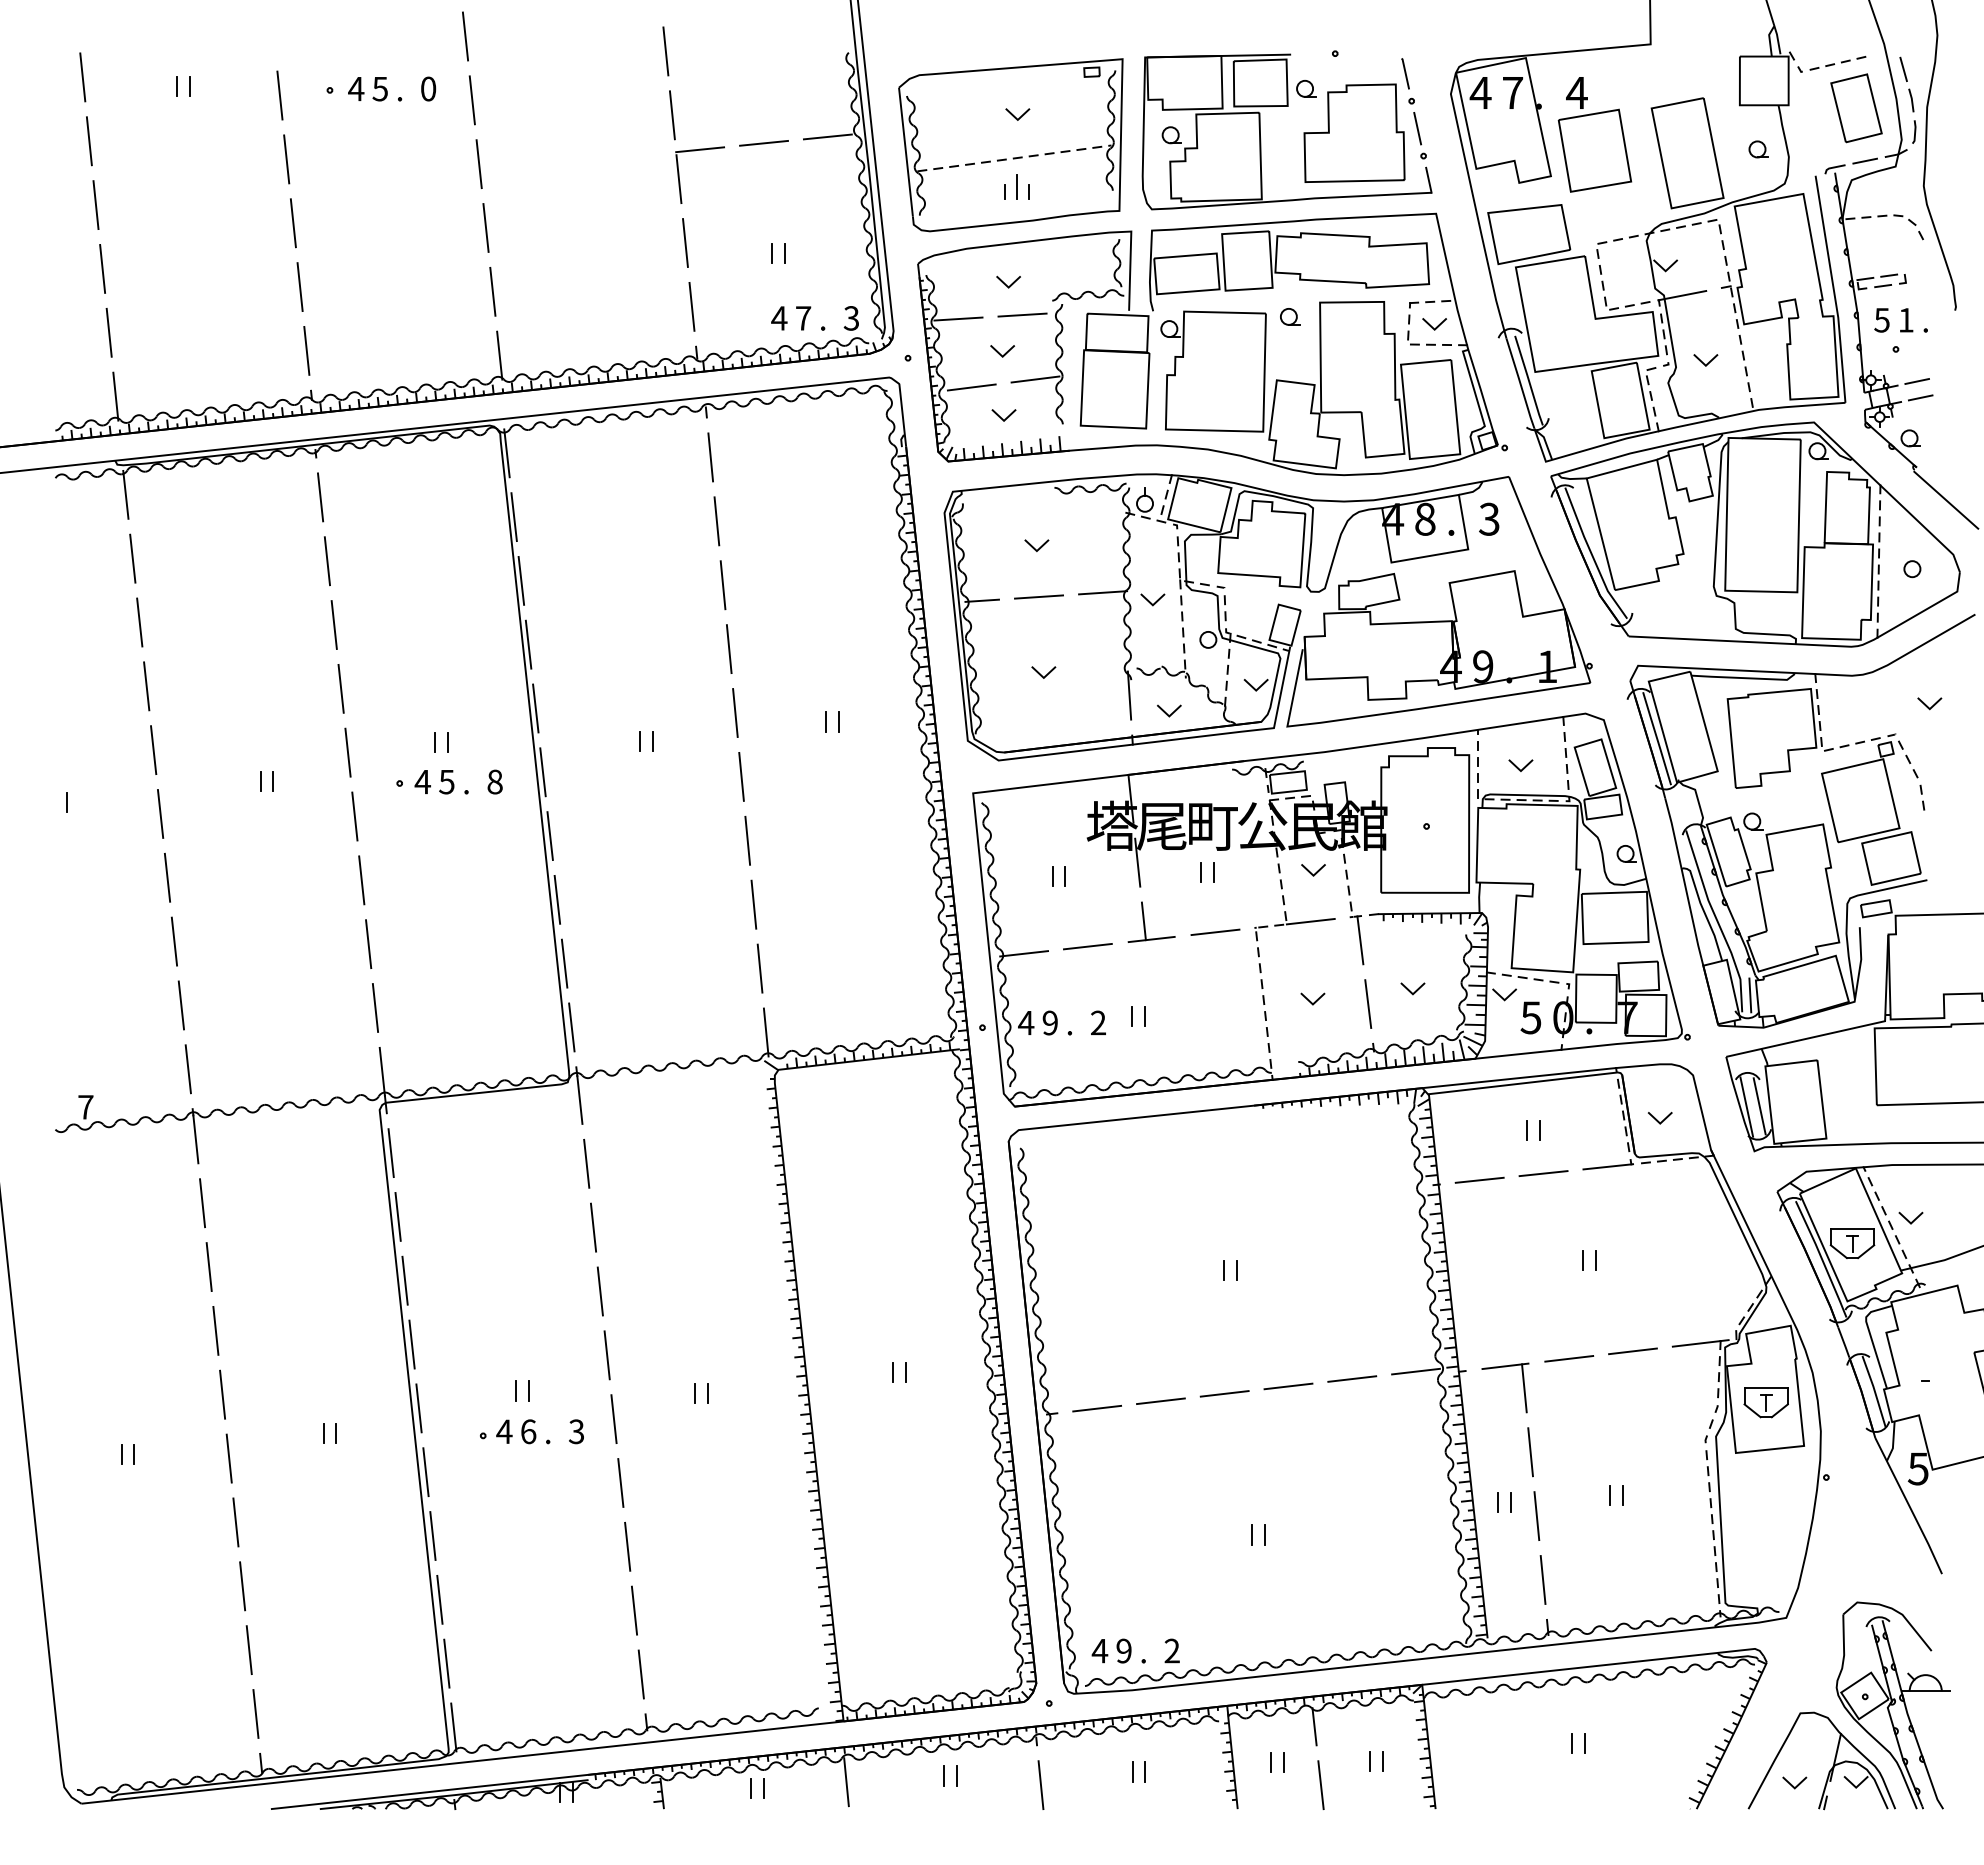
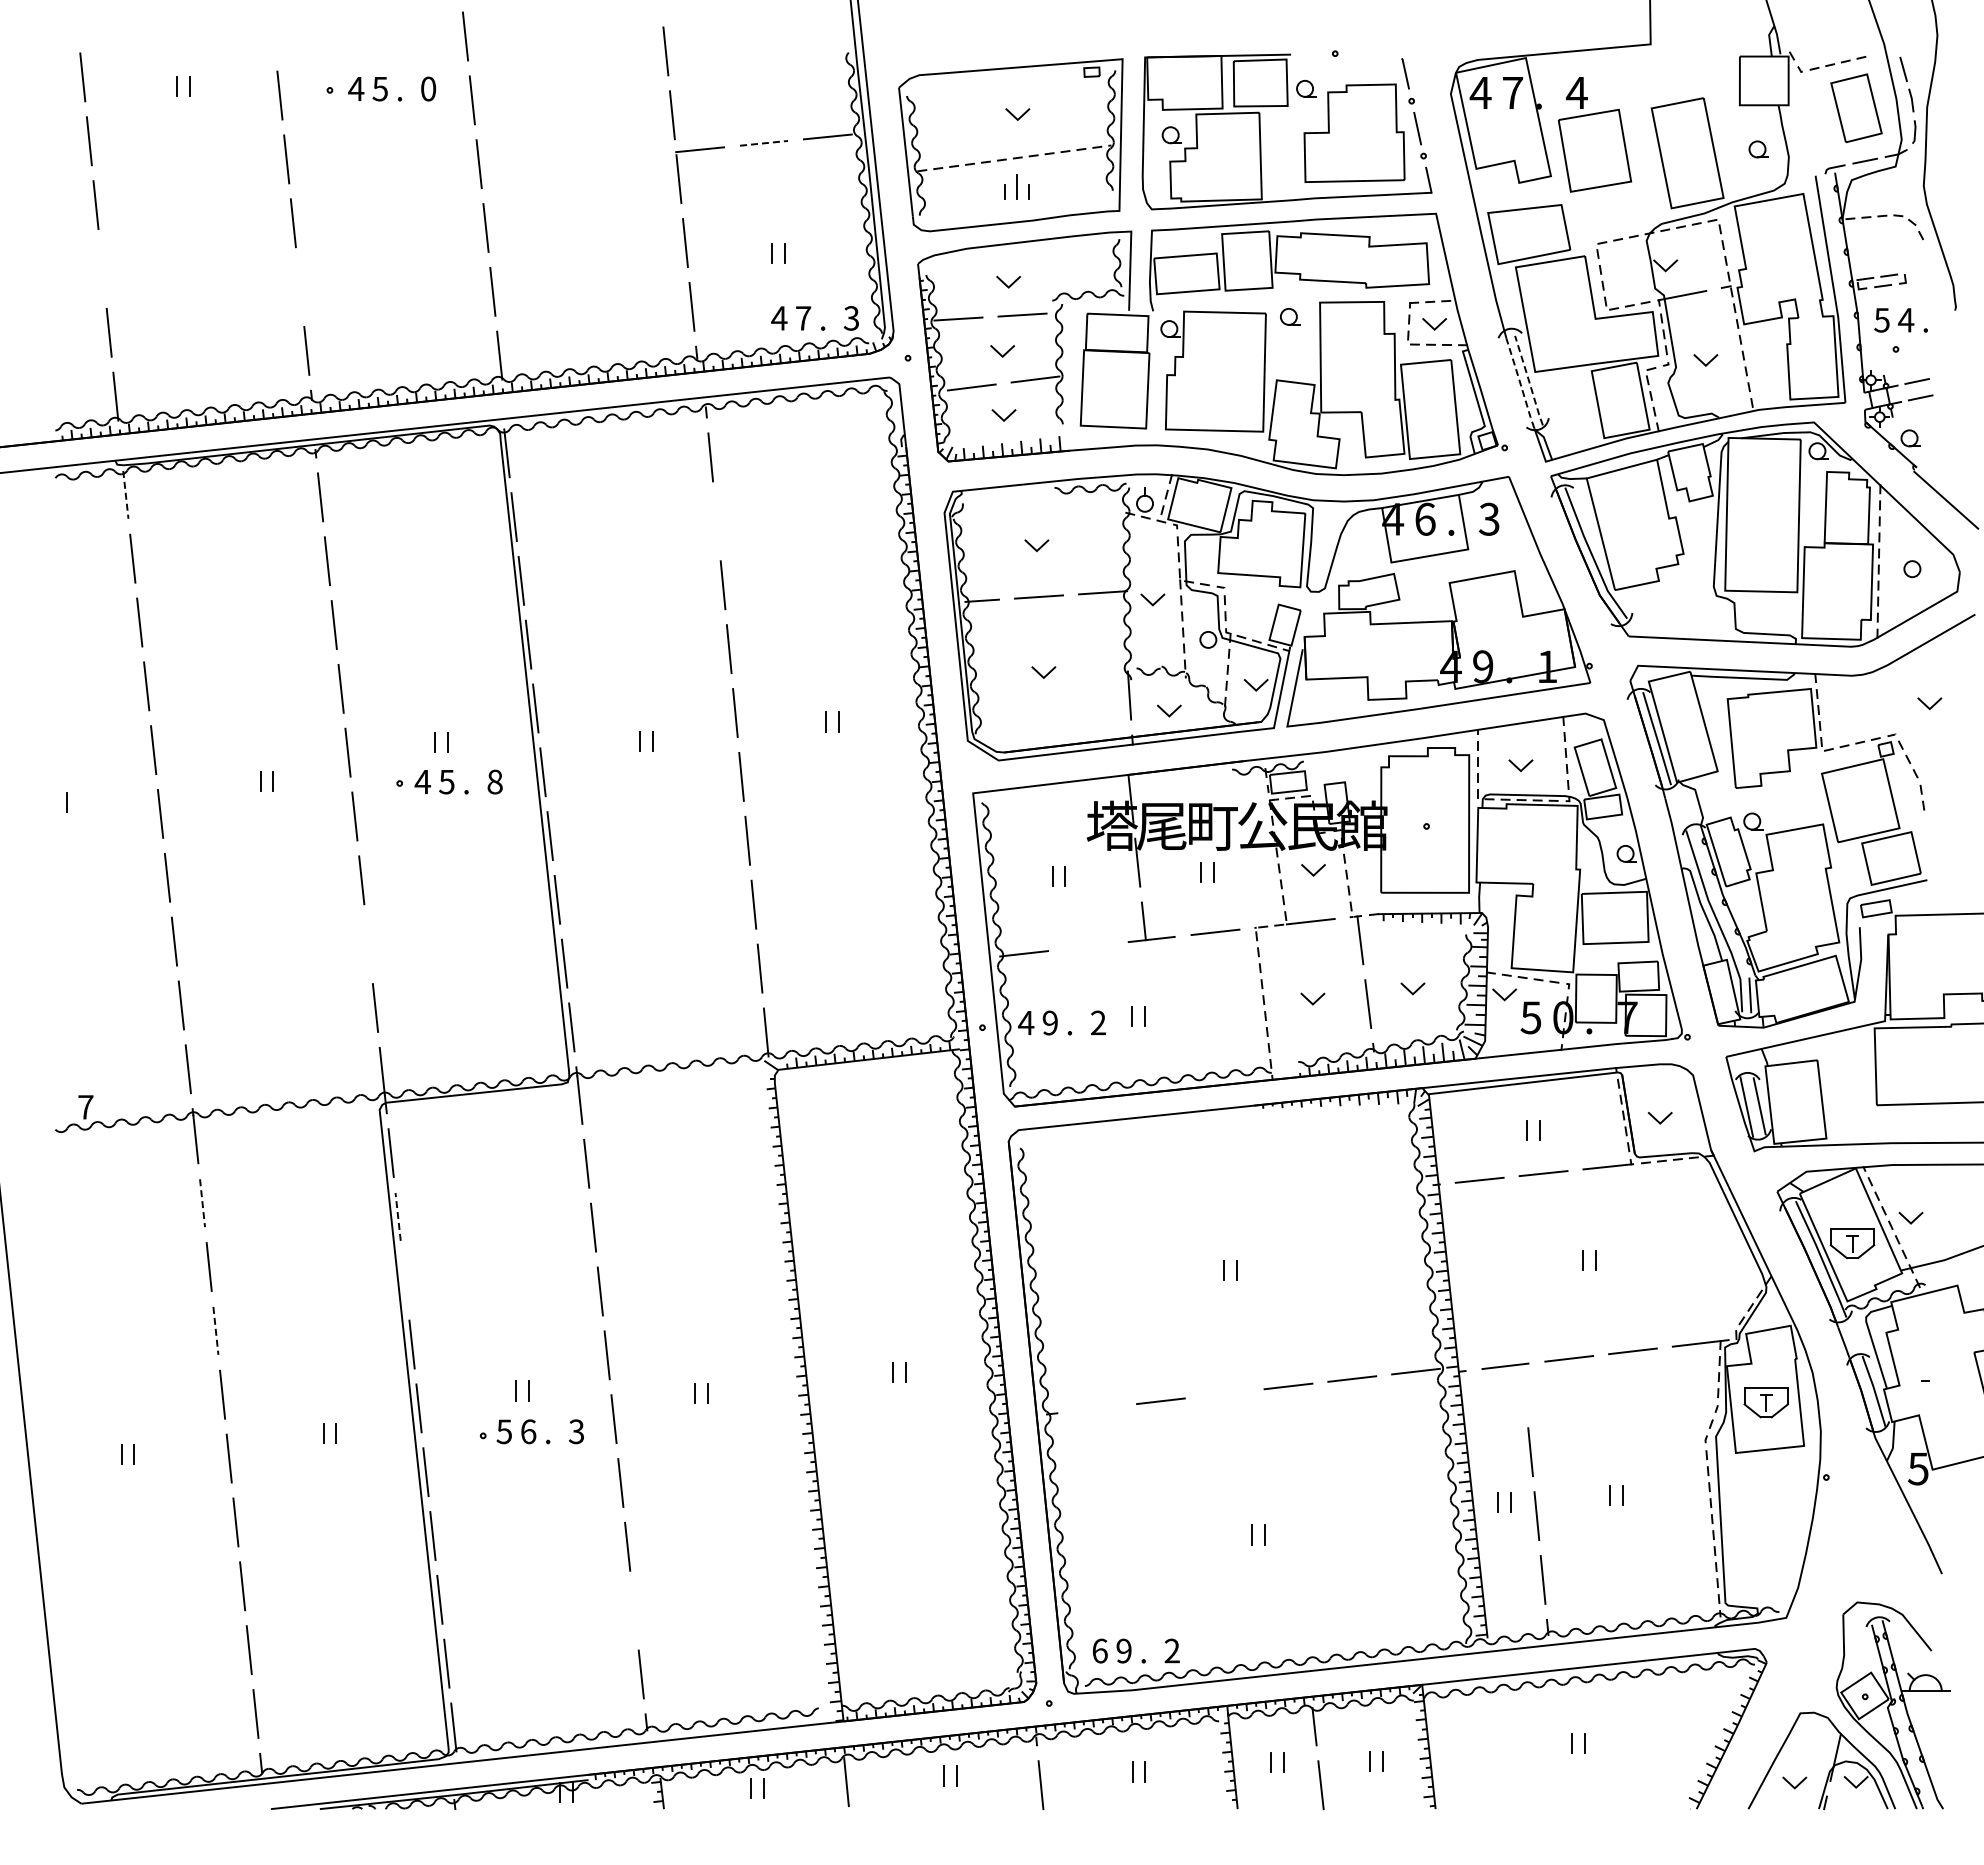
line at (764, 143): solid -> dashed
line at (102, 268): present -> none
line at (299, 287): present -> none
text at (1905, 320): 1 -> 4
line at (1529, 380): solid -> dashed
line at (1520, 383): solid -> dashed
line at (125, 495): solid -> dashed
text at (1425, 518): 8 -> 6
line at (716, 521): present -> none
line at (368, 943): present -> none
line at (1087, 946): present -> none
line at (202, 1203): solid -> dashed
line at (398, 1216): solid -> dashed
line at (404, 1280): present -> none
line at (215, 1331): solid -> dashed
line at (1524, 1388): present -> none
line at (1224, 1393): present -> none
line at (1097, 1408): present -> none
text at (504, 1431): 4 -> 5
line at (634, 1610): present -> none
text at (1099, 1650): 4 -> 6
